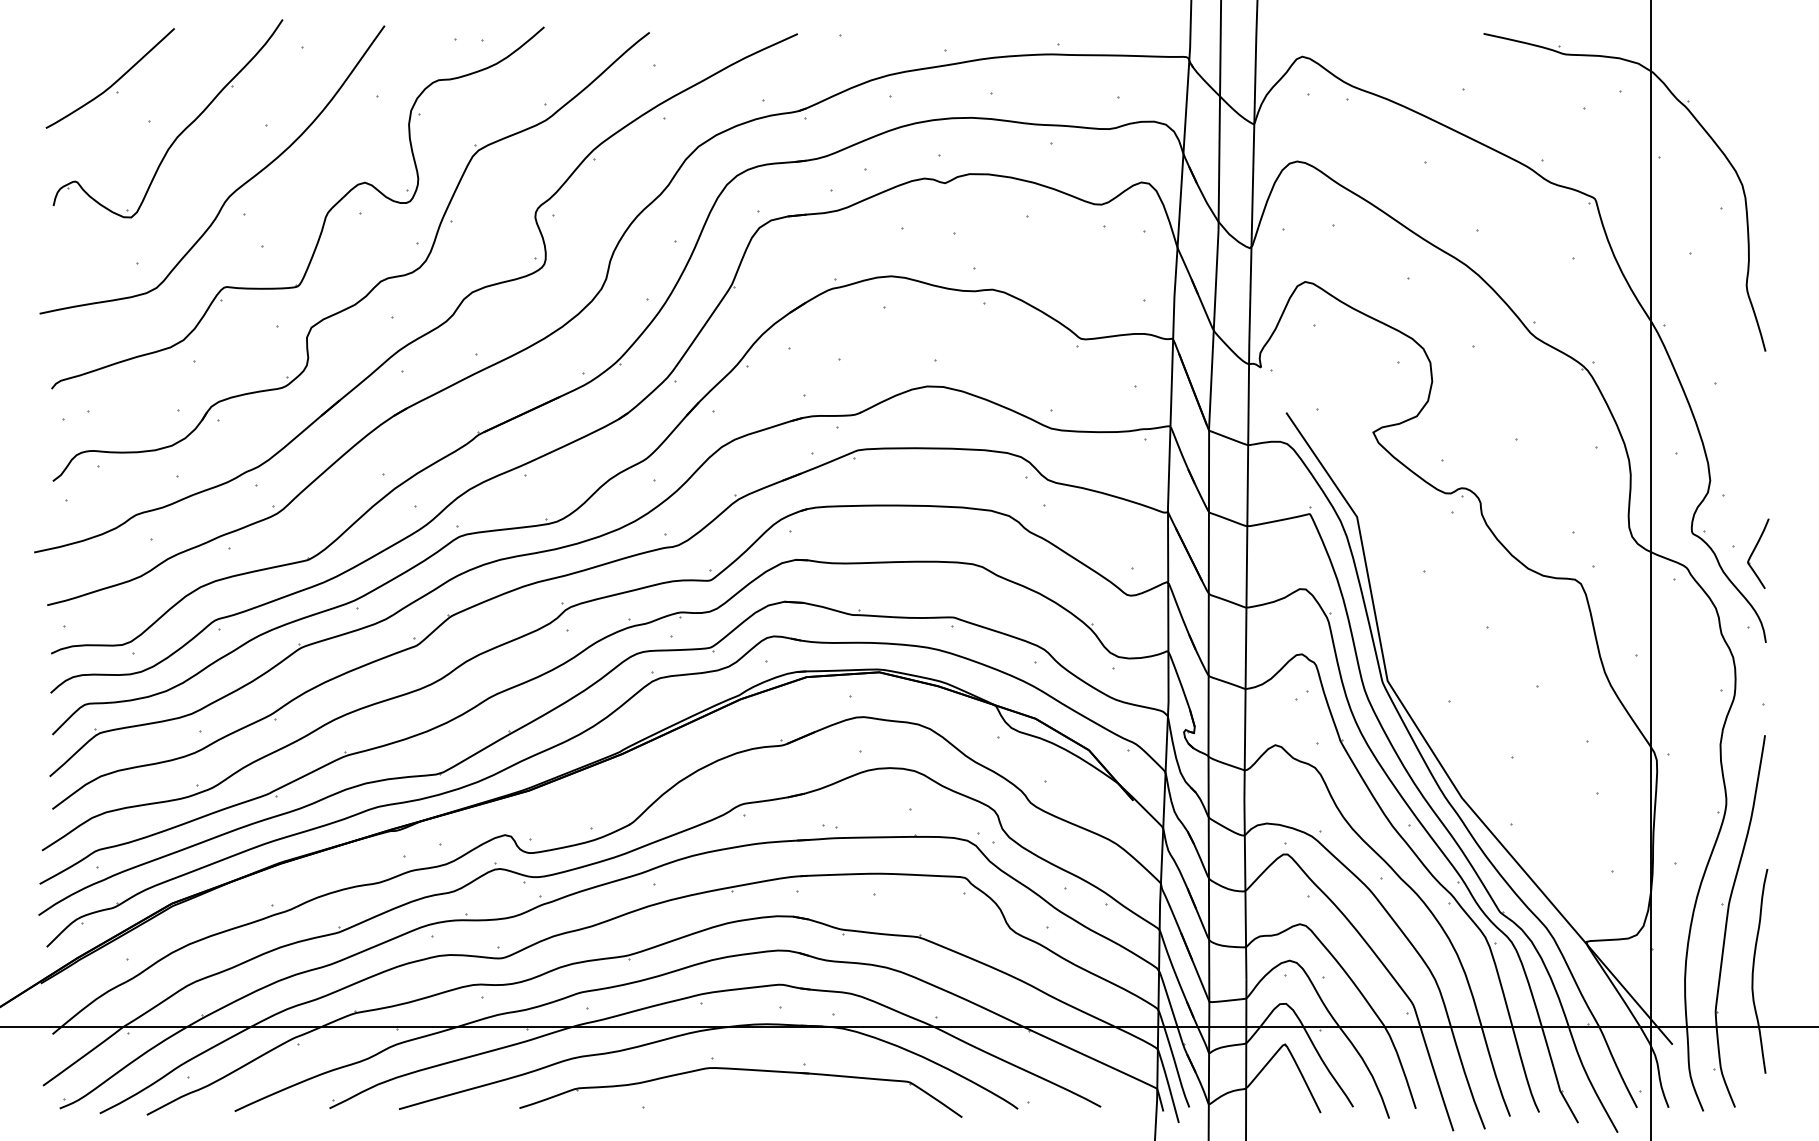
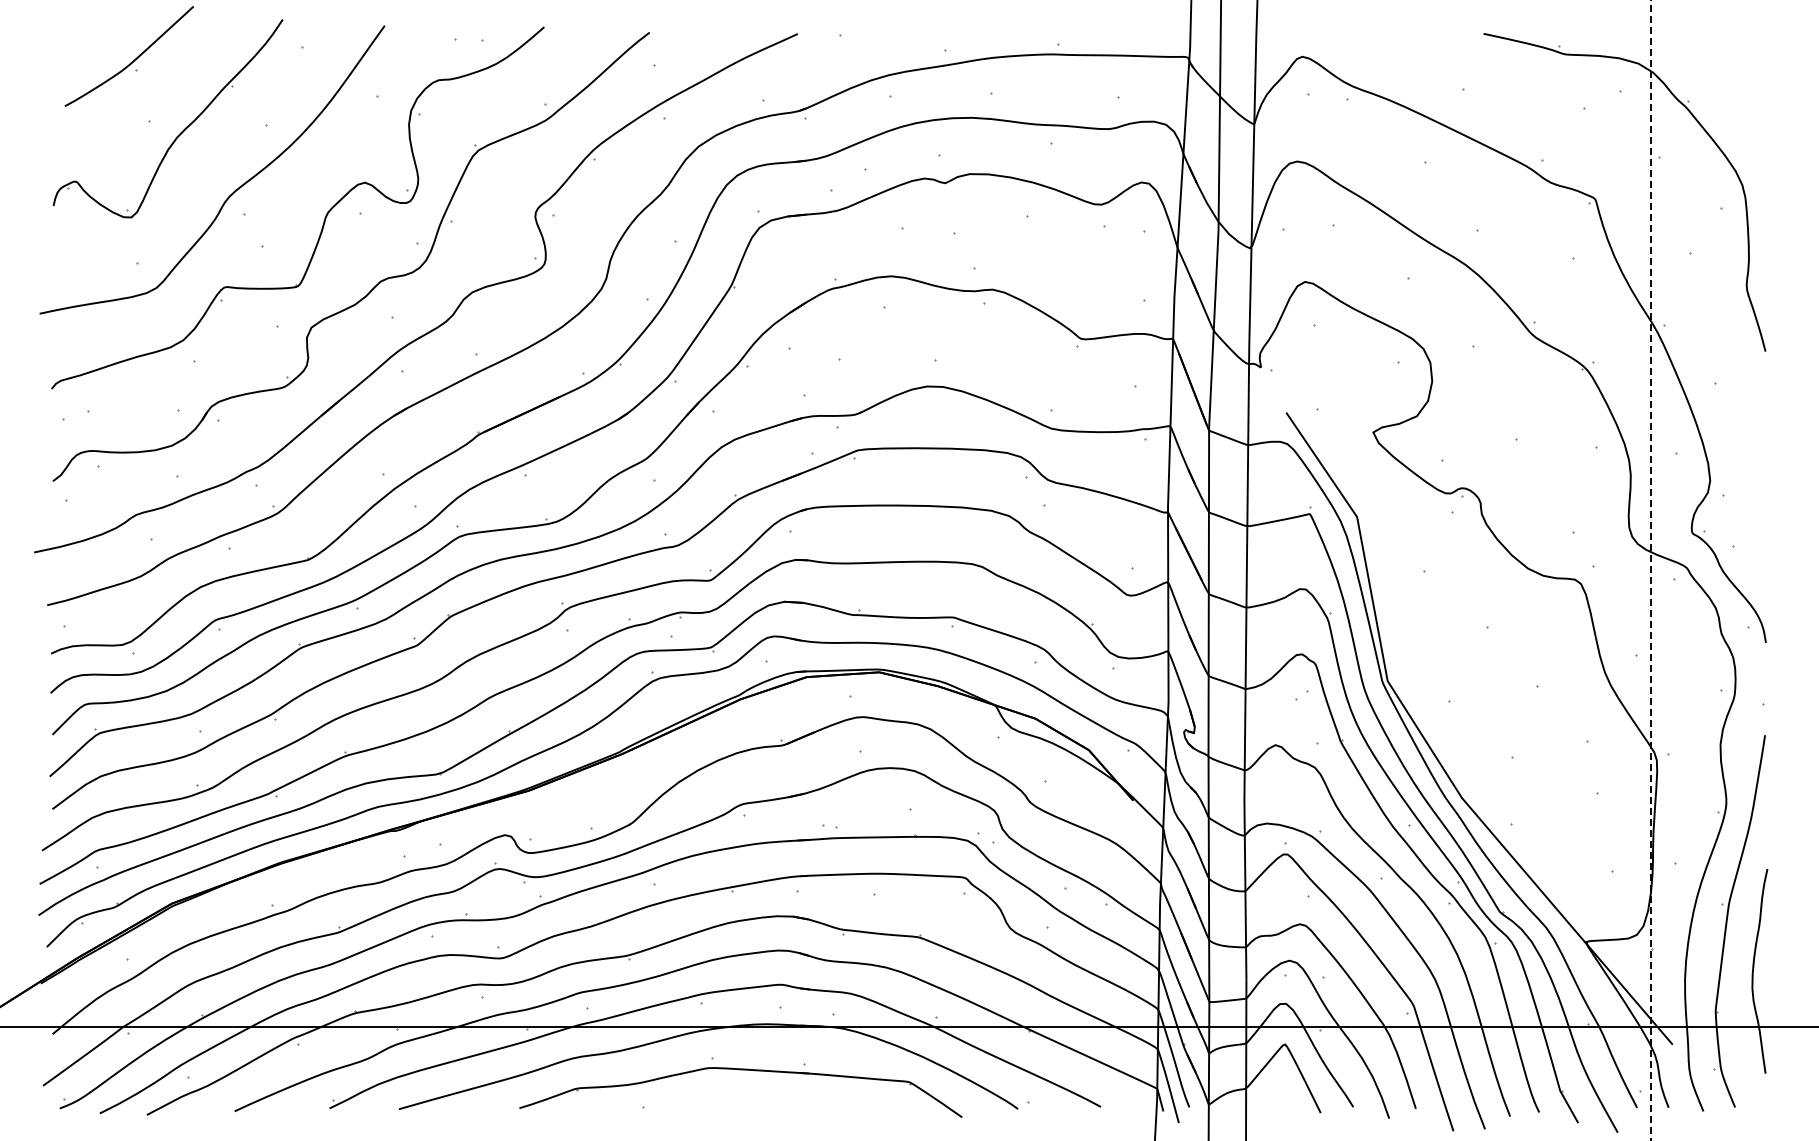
part at (109, 78) position: (109, 78) -> (128, 56)
part at (1758, 553): present -> none
line at (1650, 571): solid -> dashed
